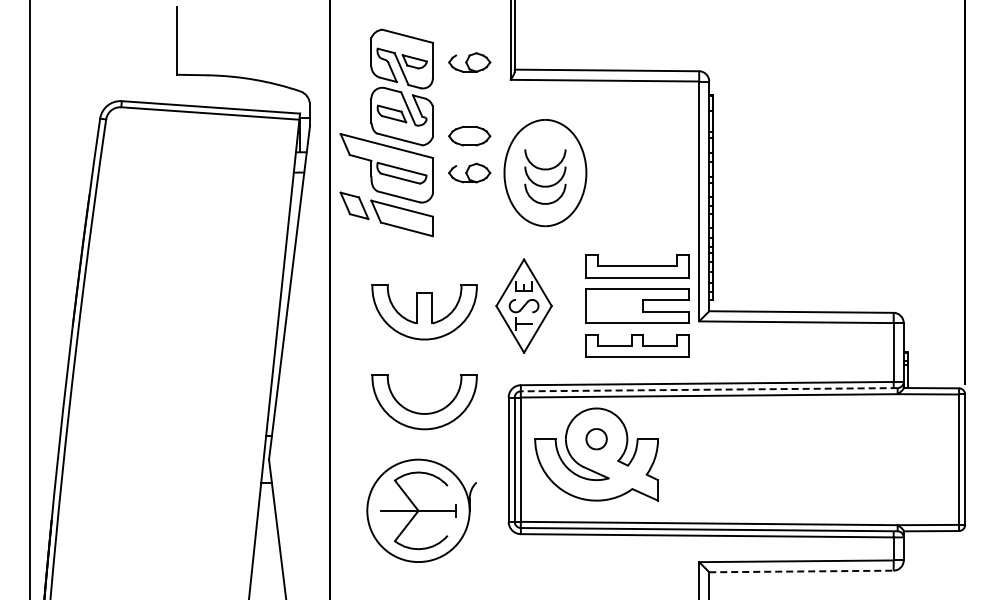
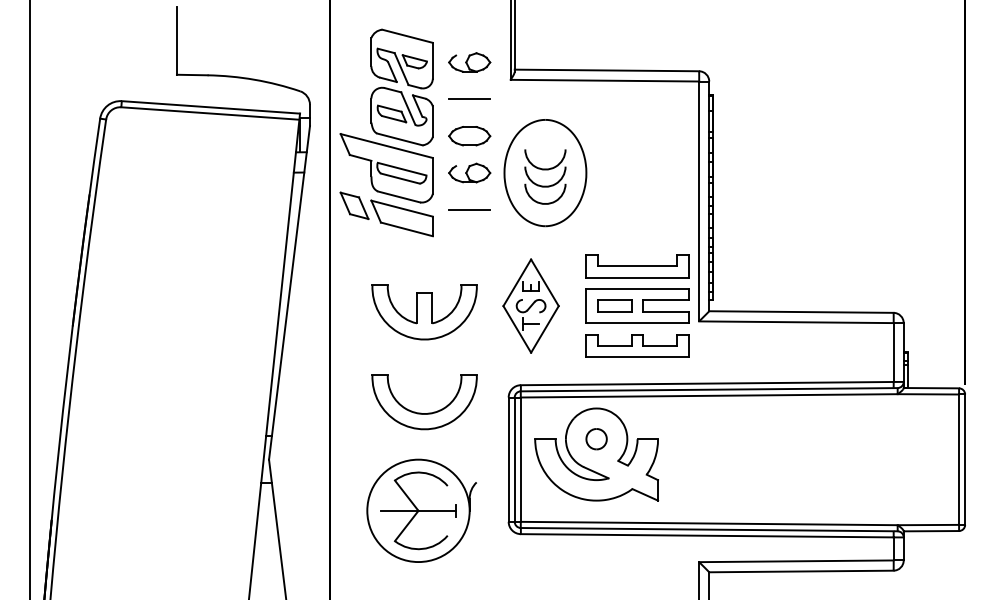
line at (469, 99): none -> present
line at (469, 209): none -> present
part at (523, 305) position: (523, 305) -> (530, 305)
part at (614, 305): none -> present
line at (708, 389): dashed -> solid
line at (801, 571): dashed -> solid
